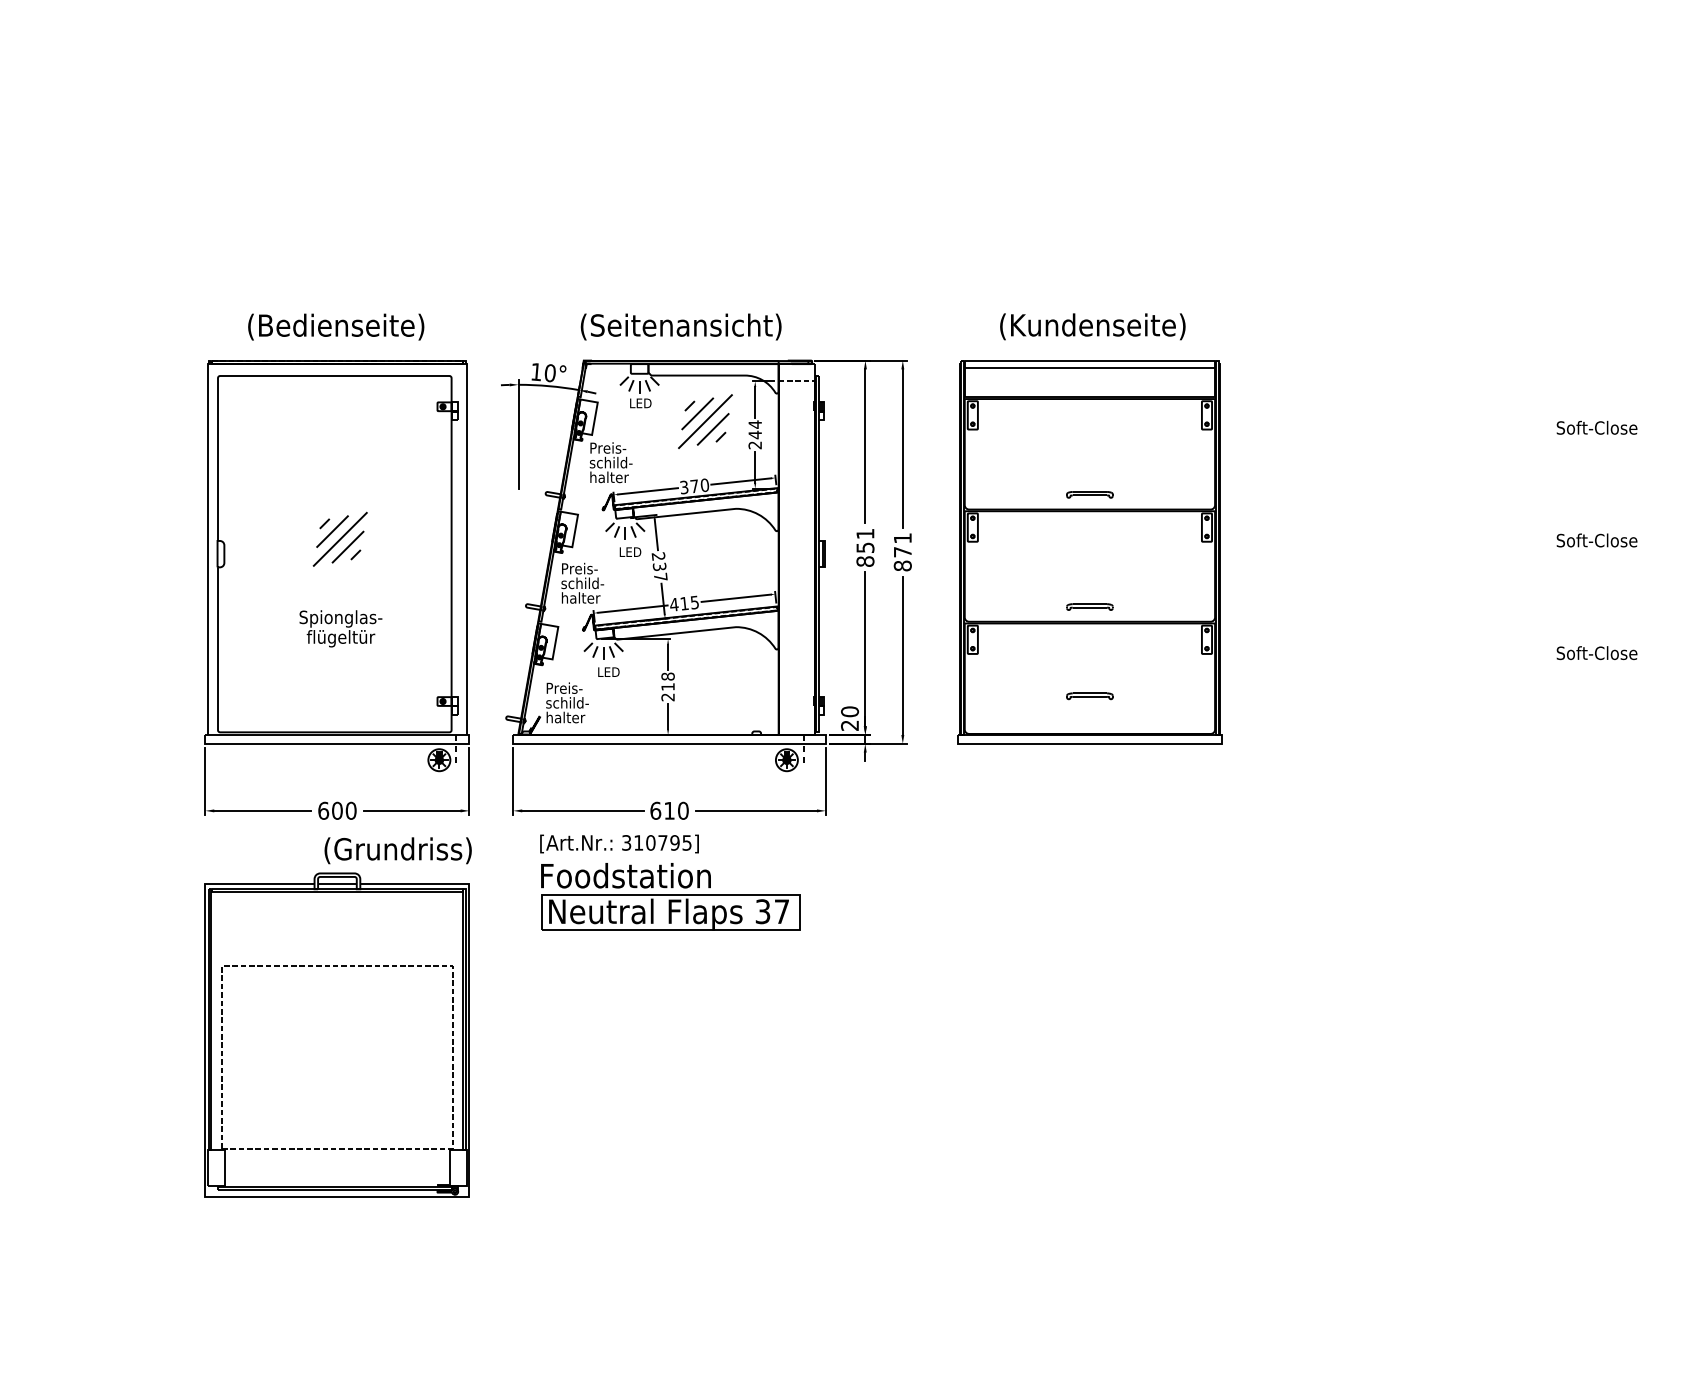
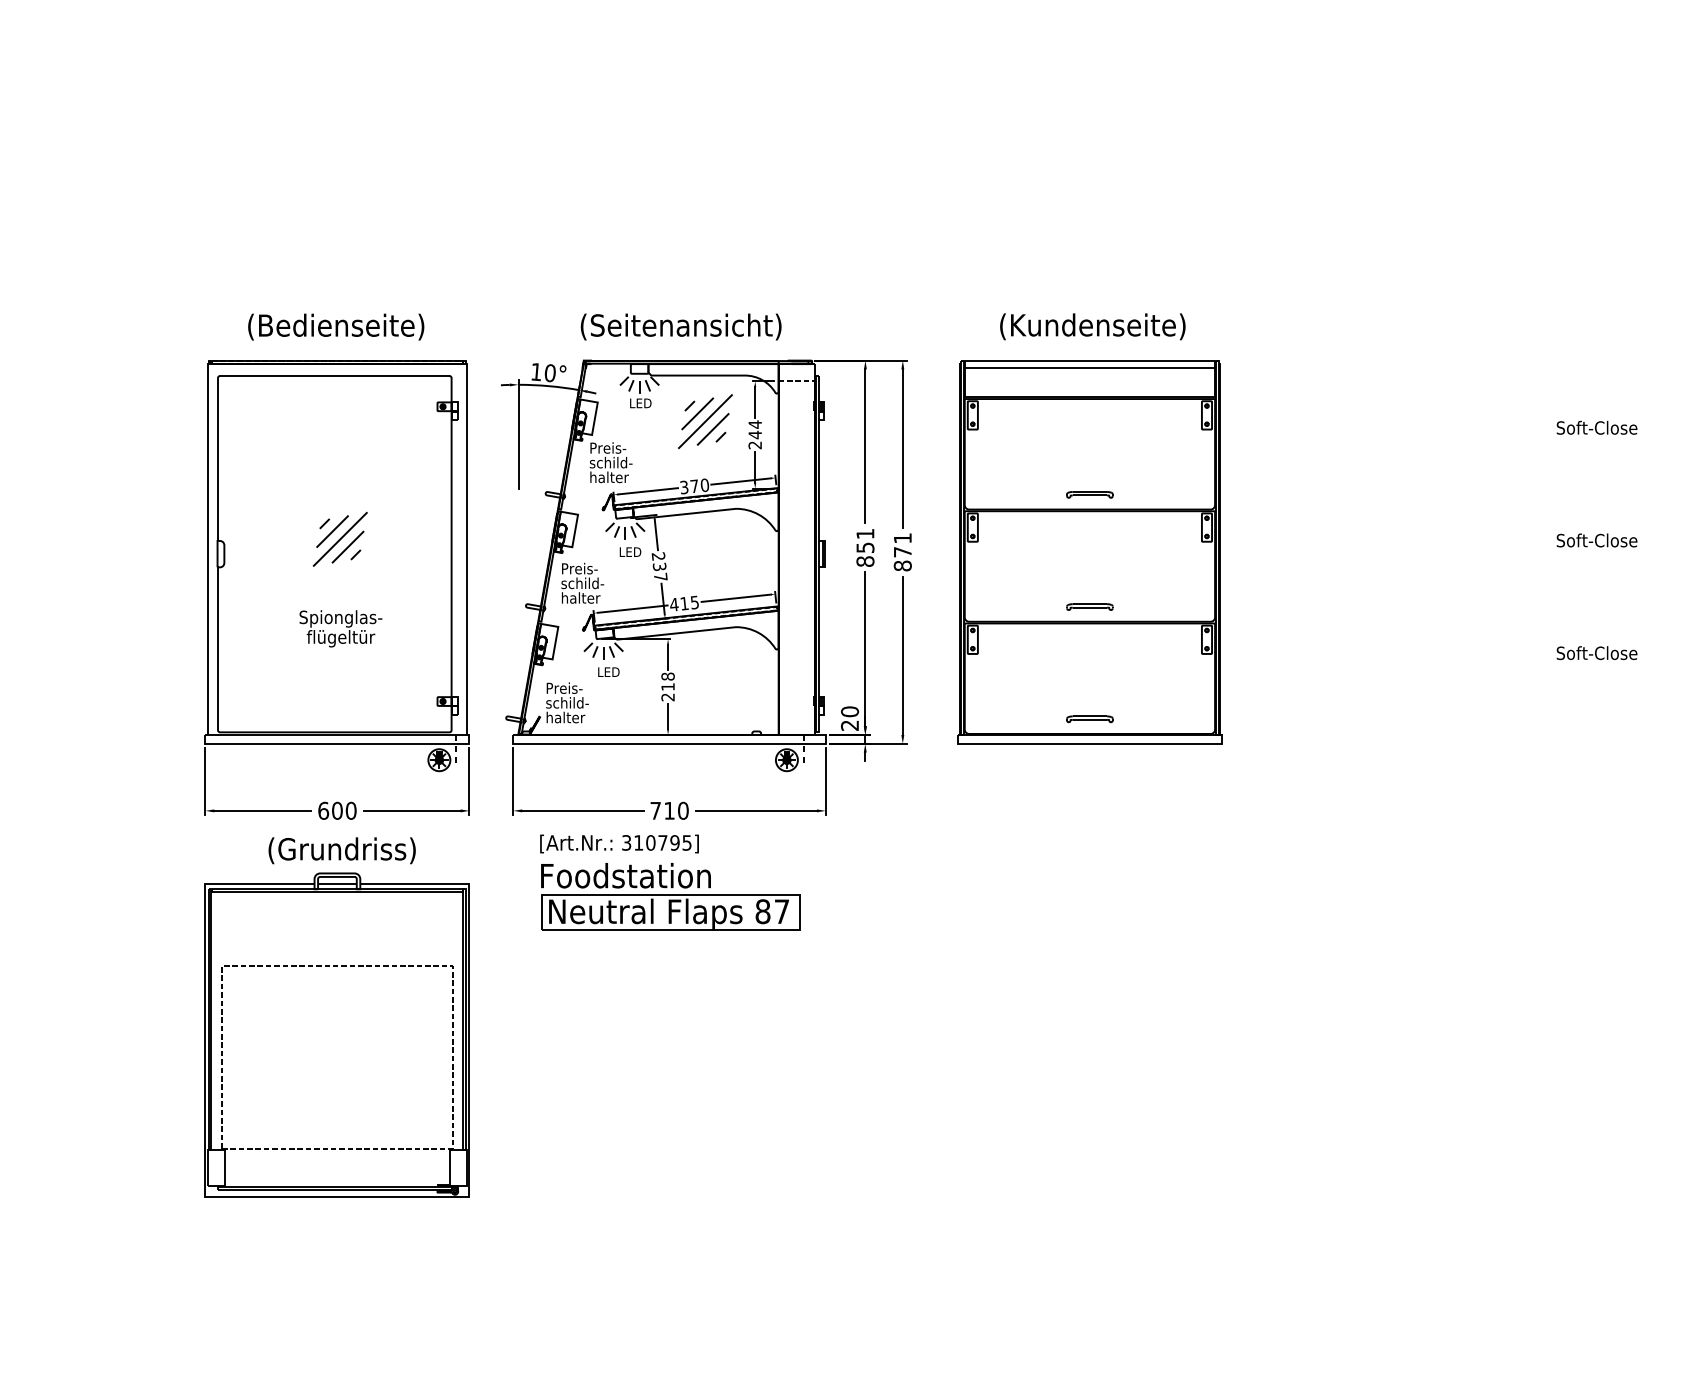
part at (1089, 696) position: (1089, 696) -> (1089, 719)
text at (655, 810): 610 -> 710
text at (397, 850) position: (397, 850) -> (341, 850)
text at (762, 911): 37 -> 87
